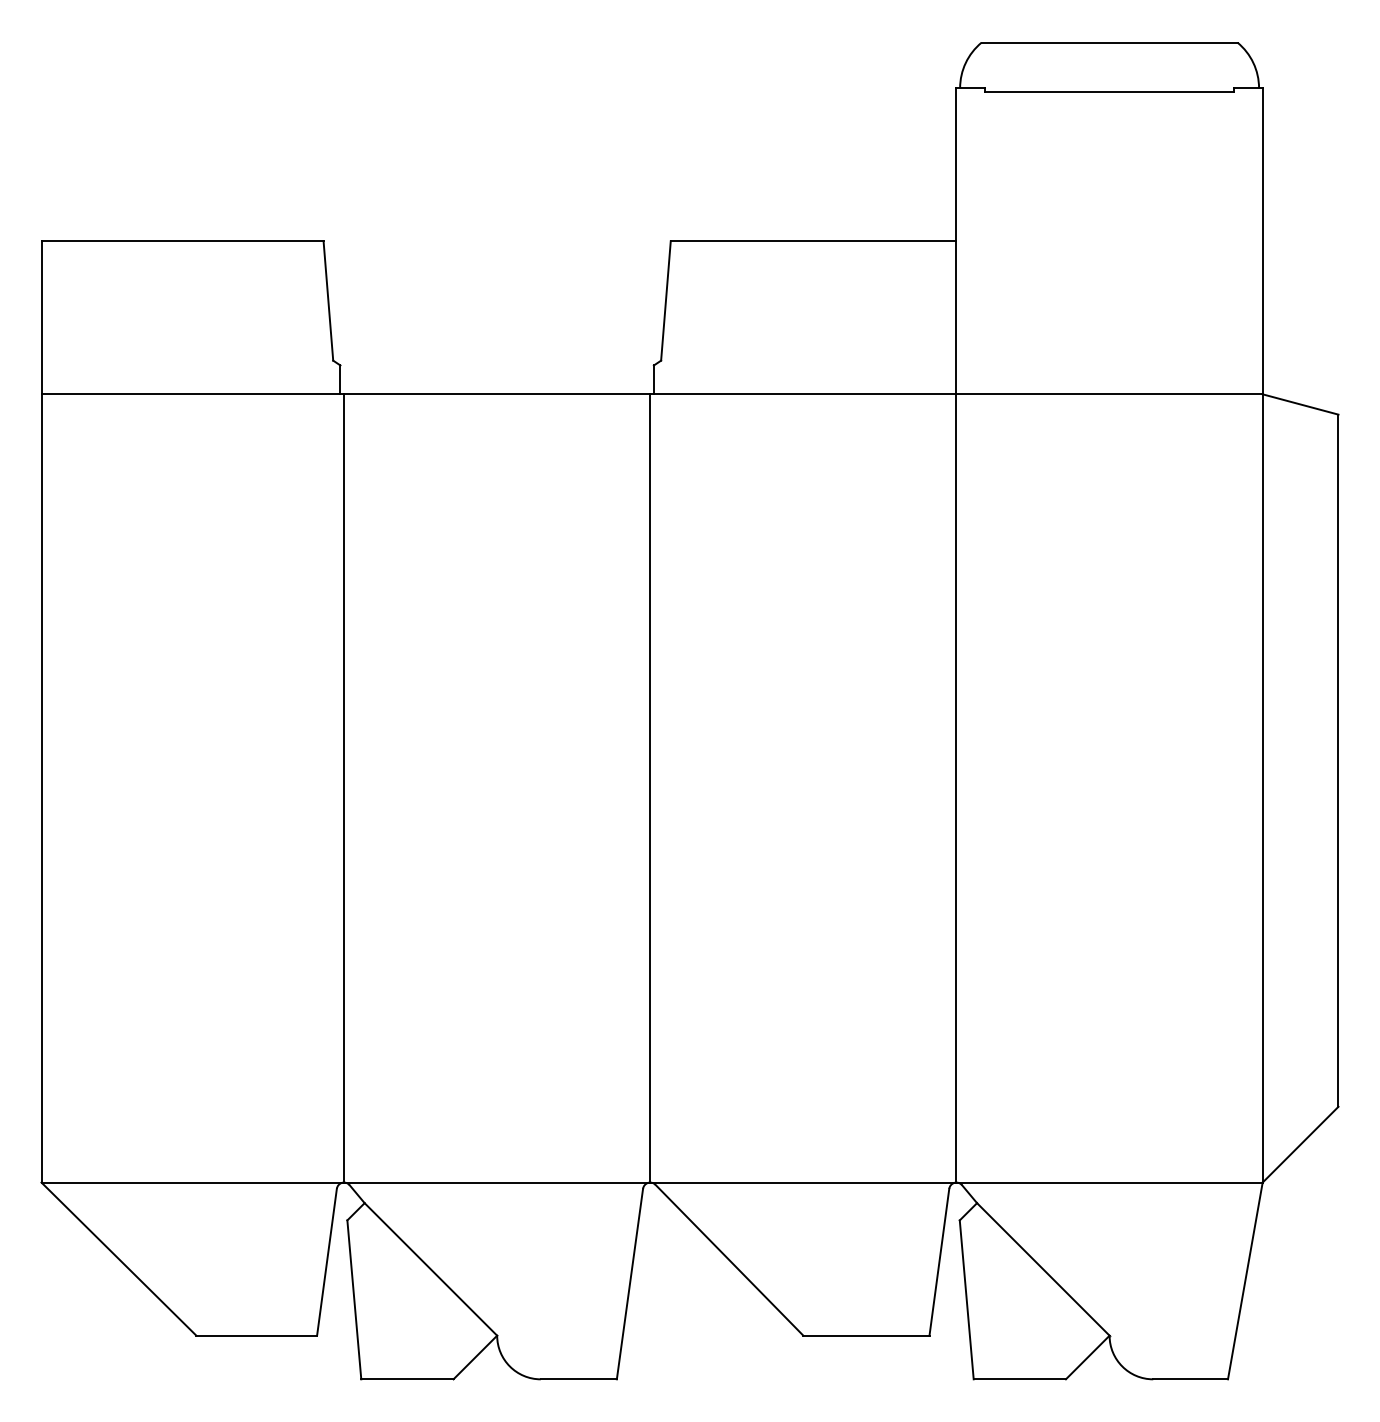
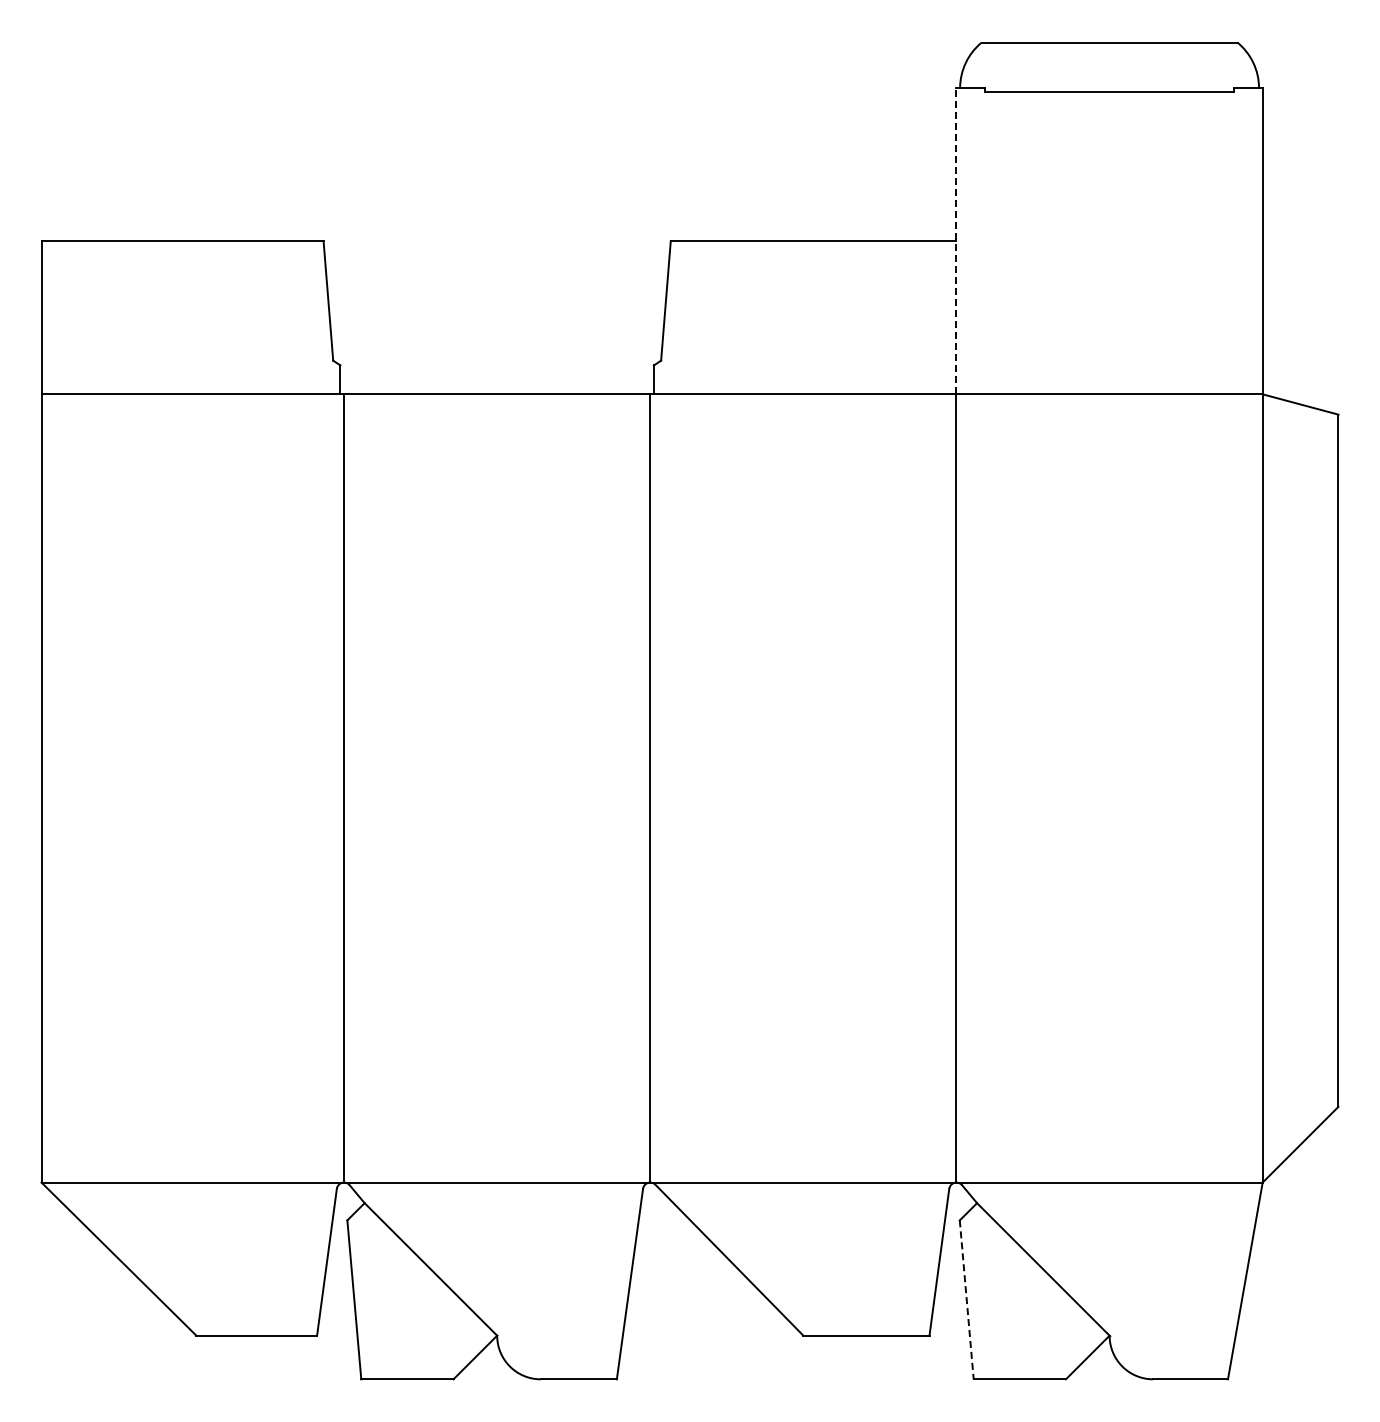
line at (956, 240): solid -> dashed
line at (966, 1299): solid -> dashed
